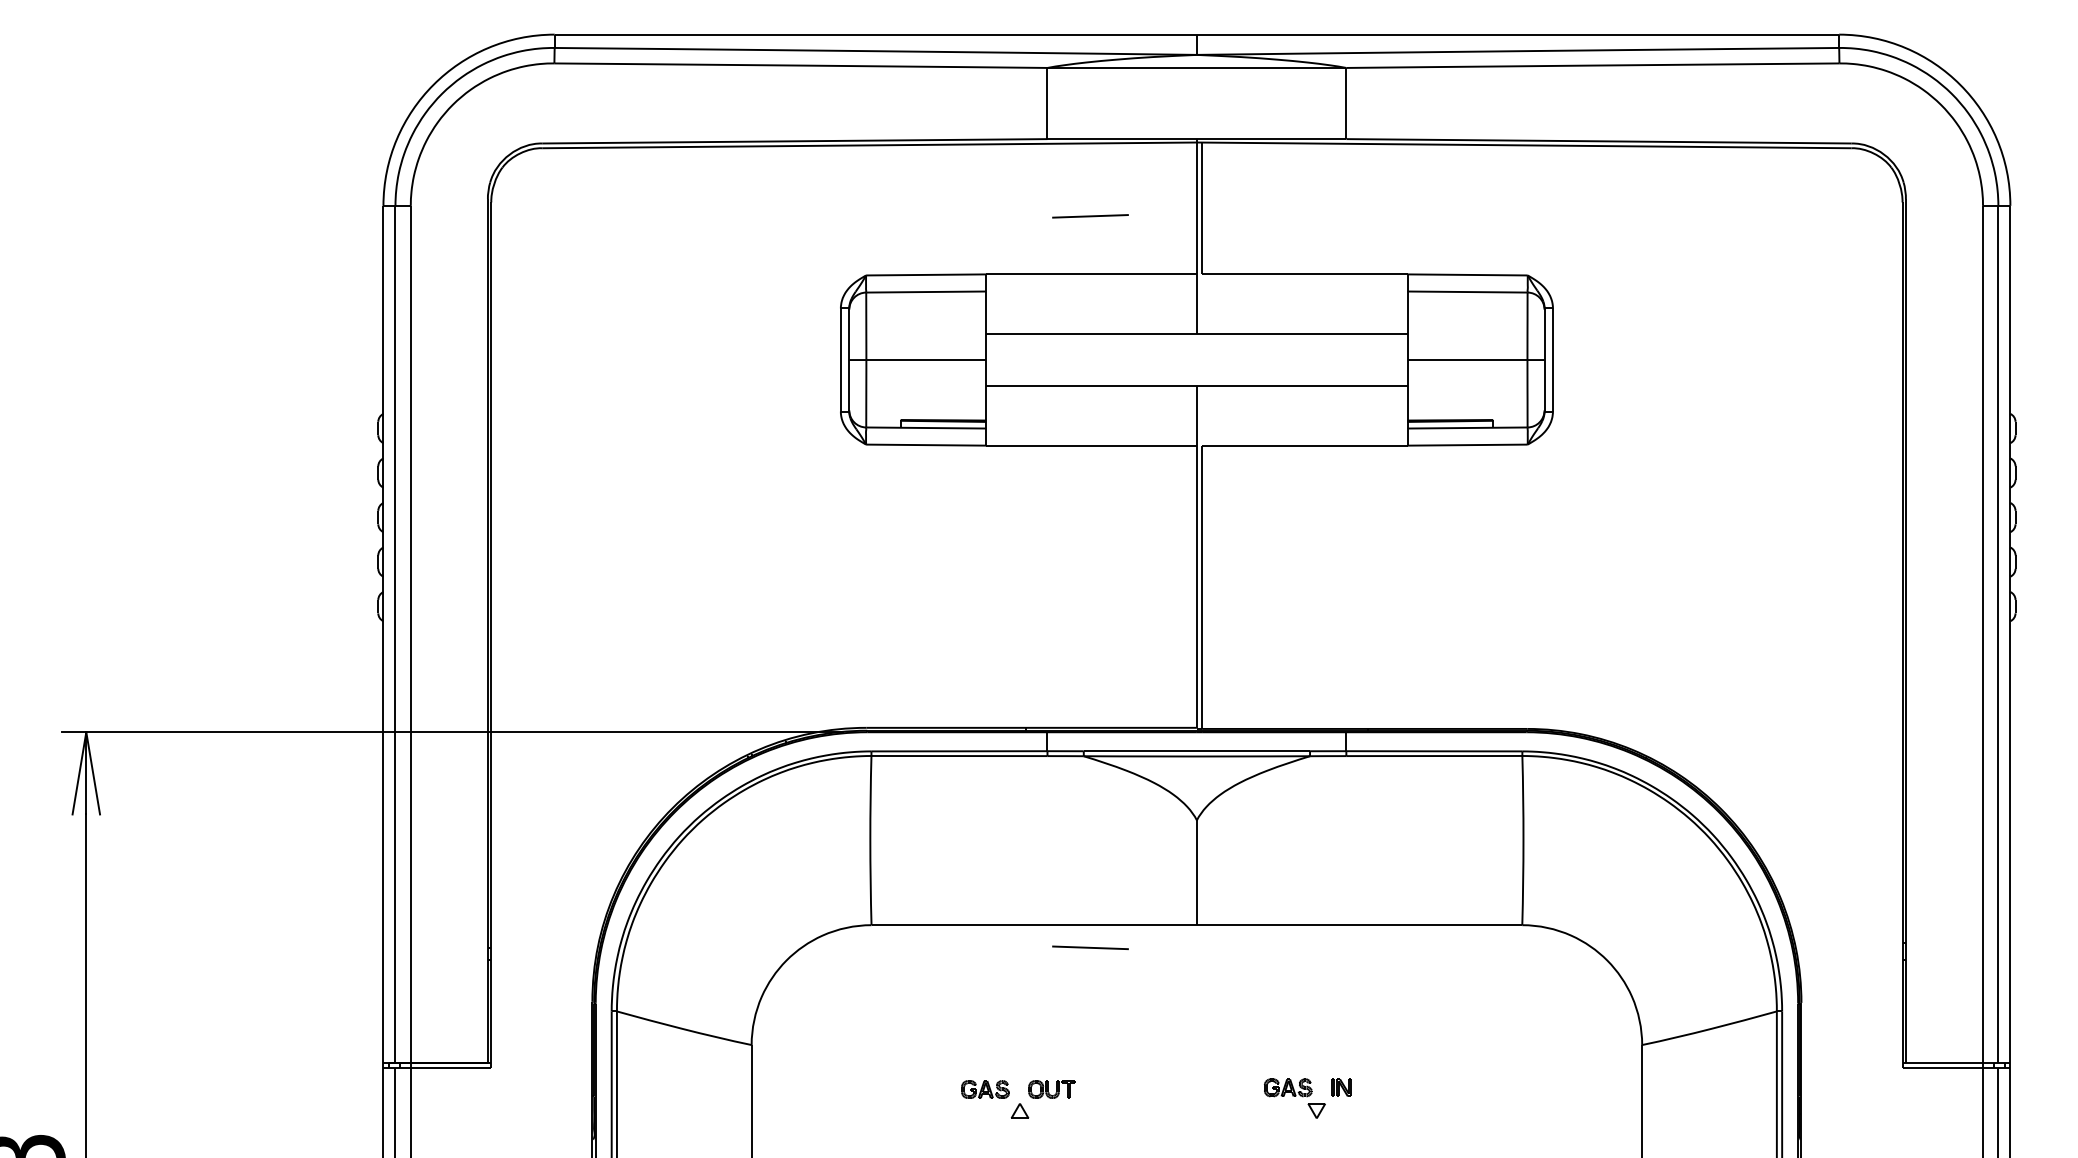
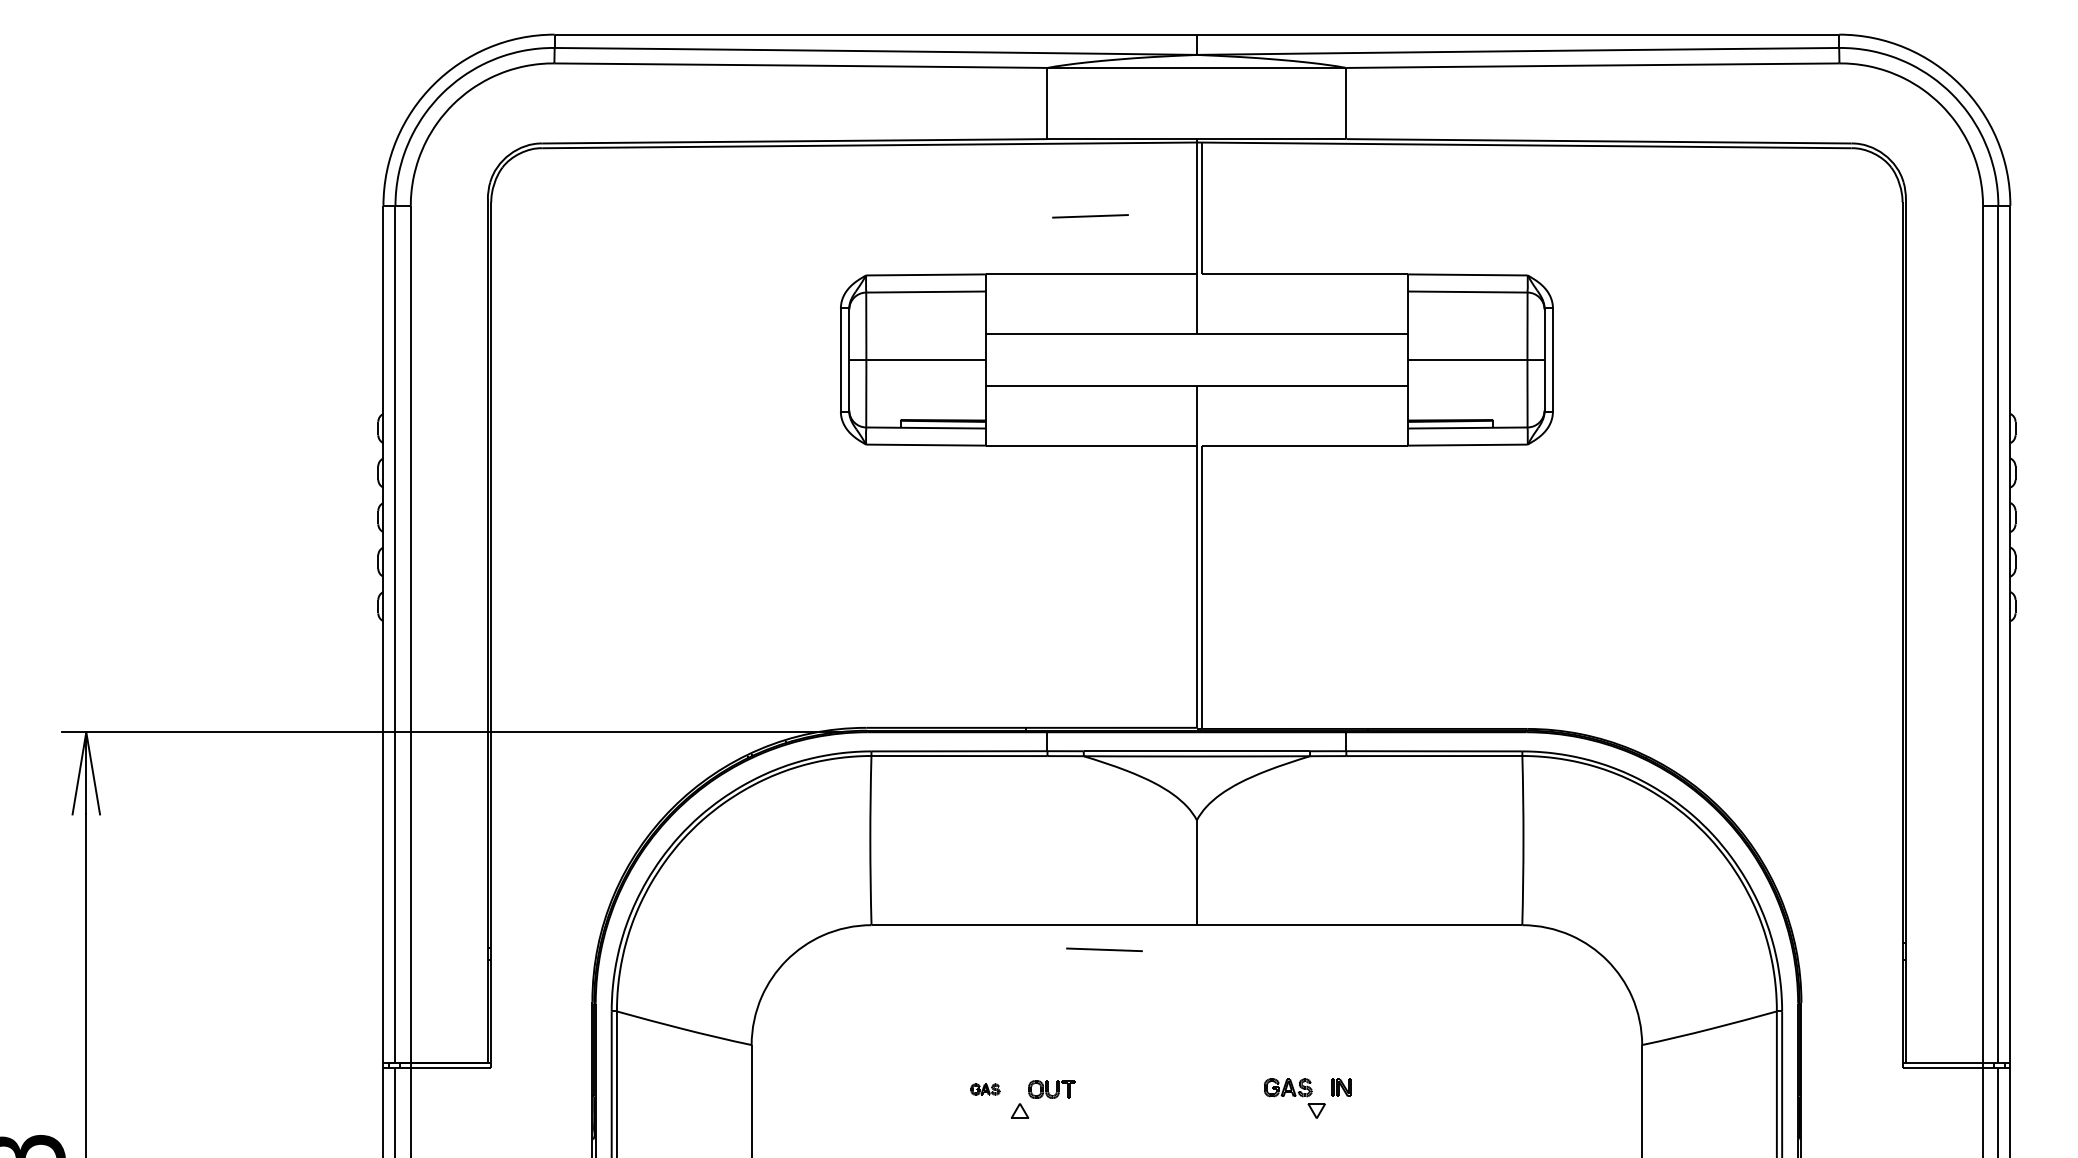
line at (1090, 947) position: (1090, 947) -> (1104, 949)
part at (985, 1089) size: 49x19 px -> 31x13 px
